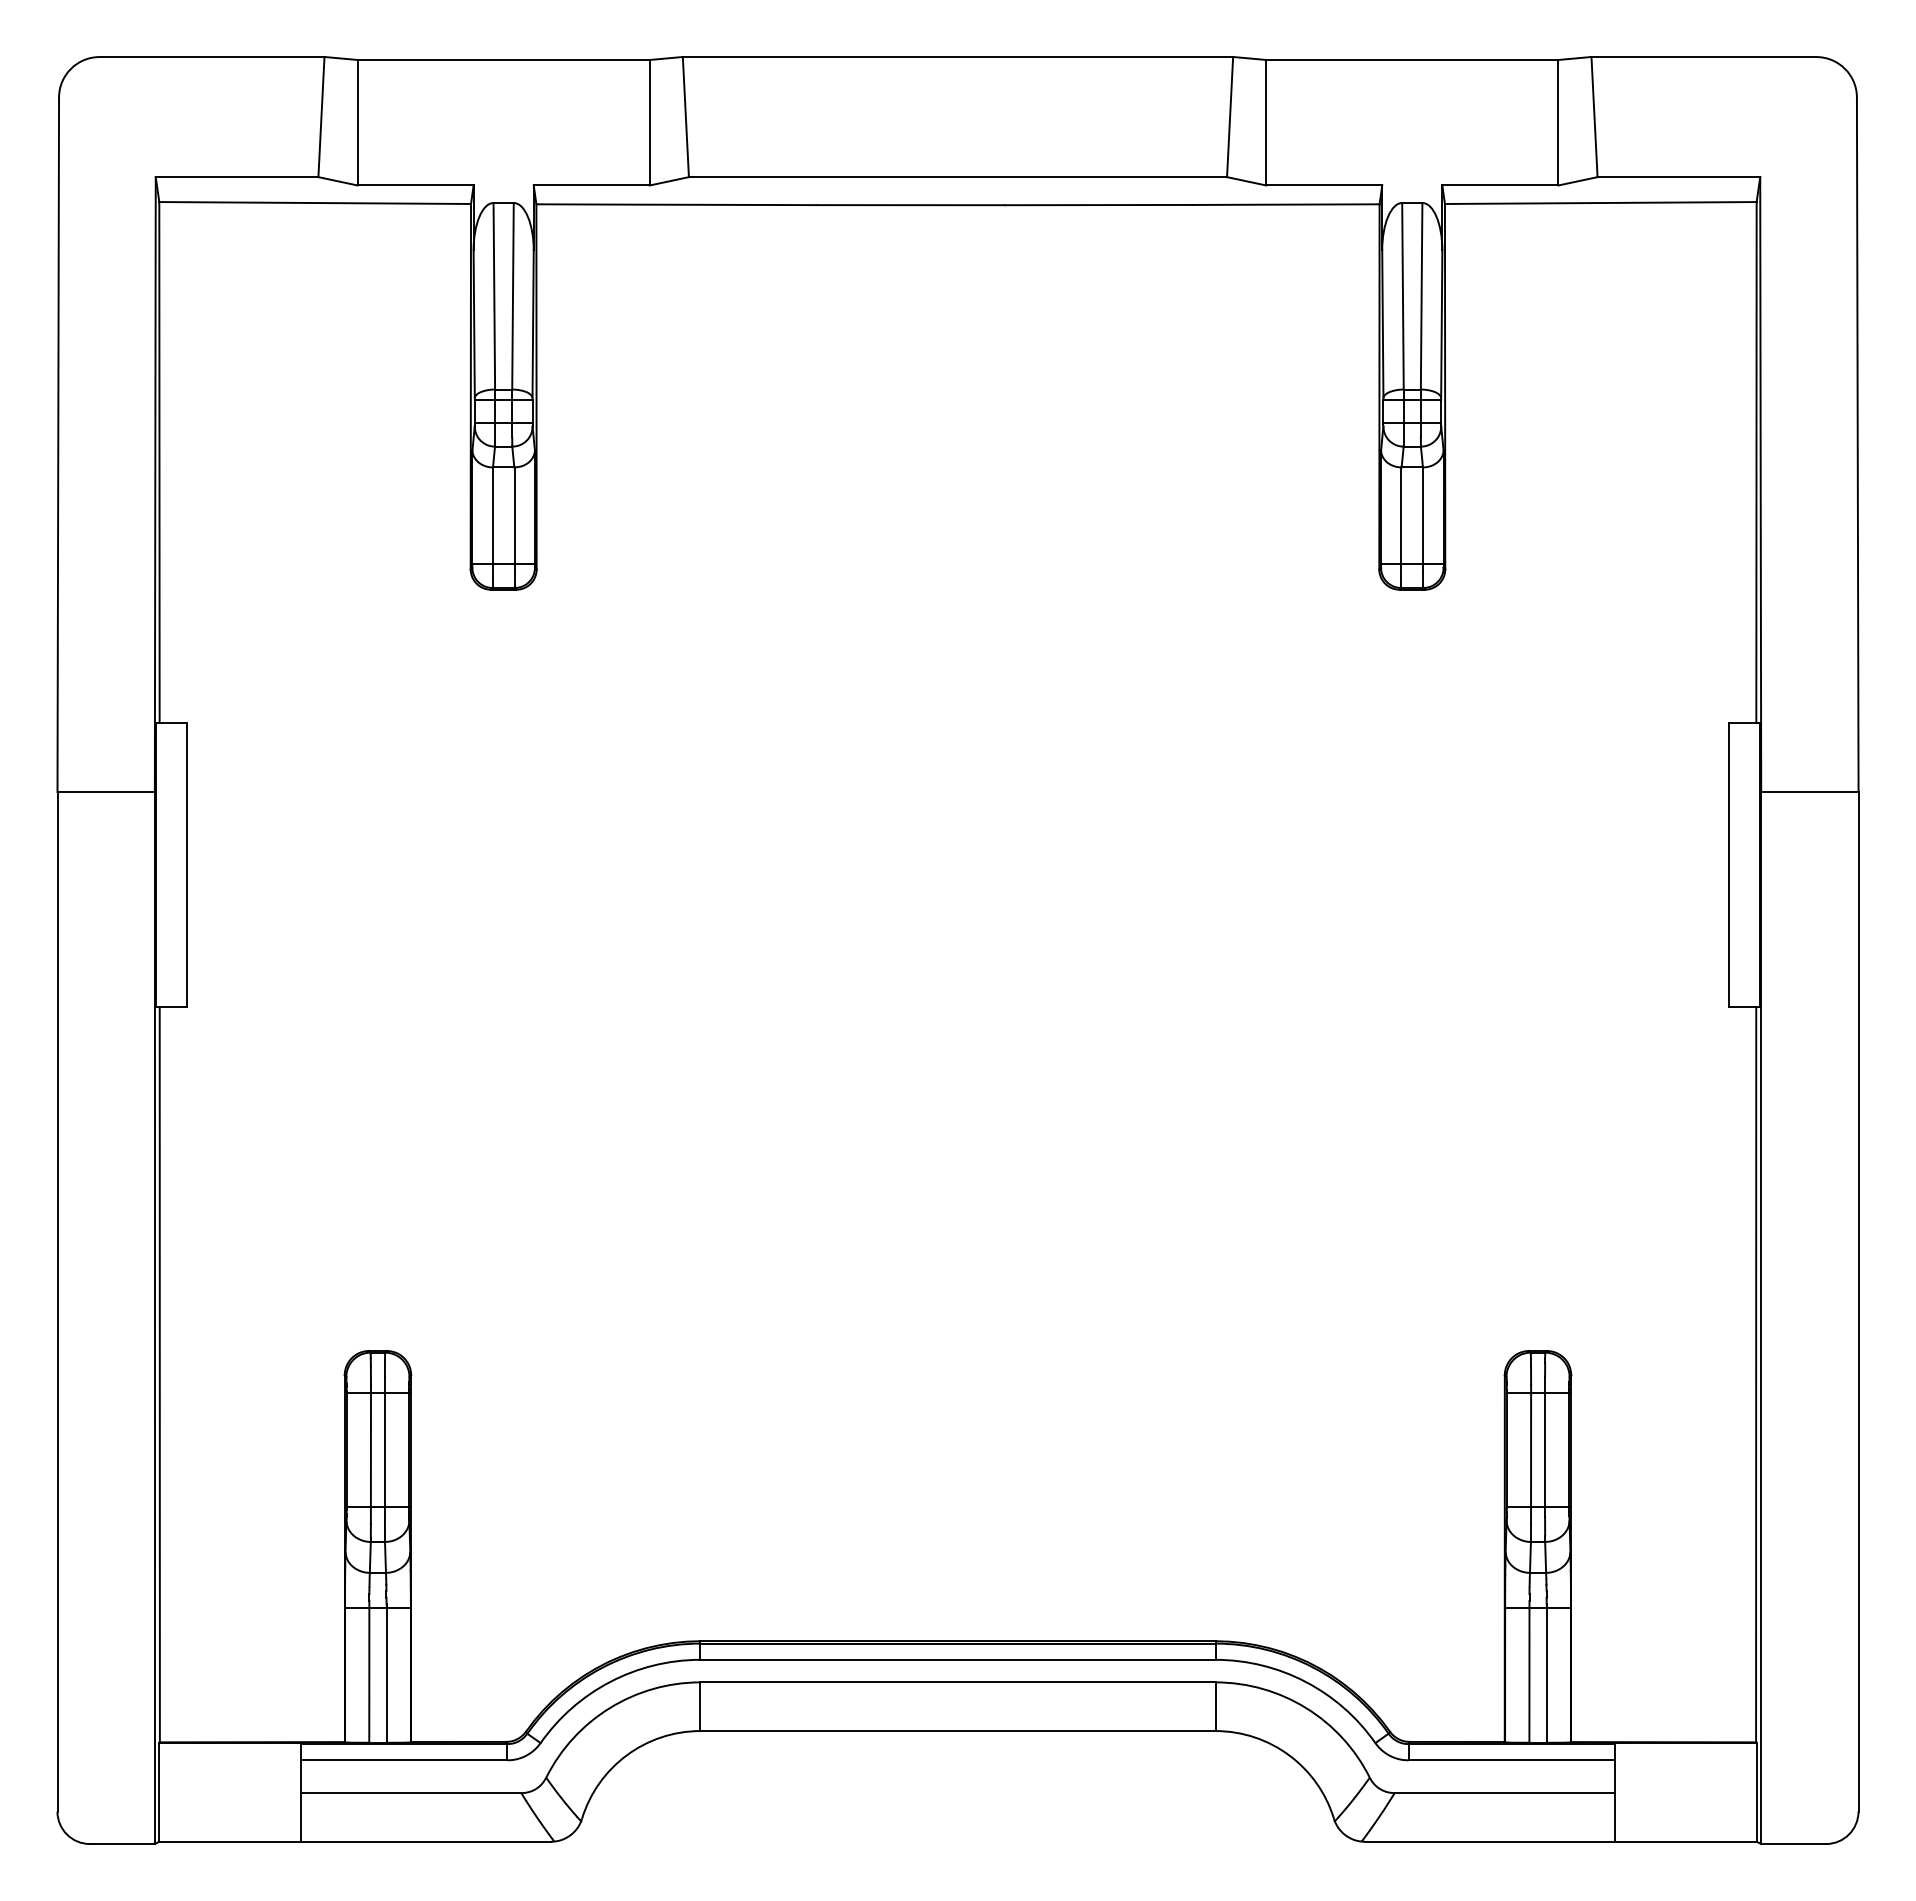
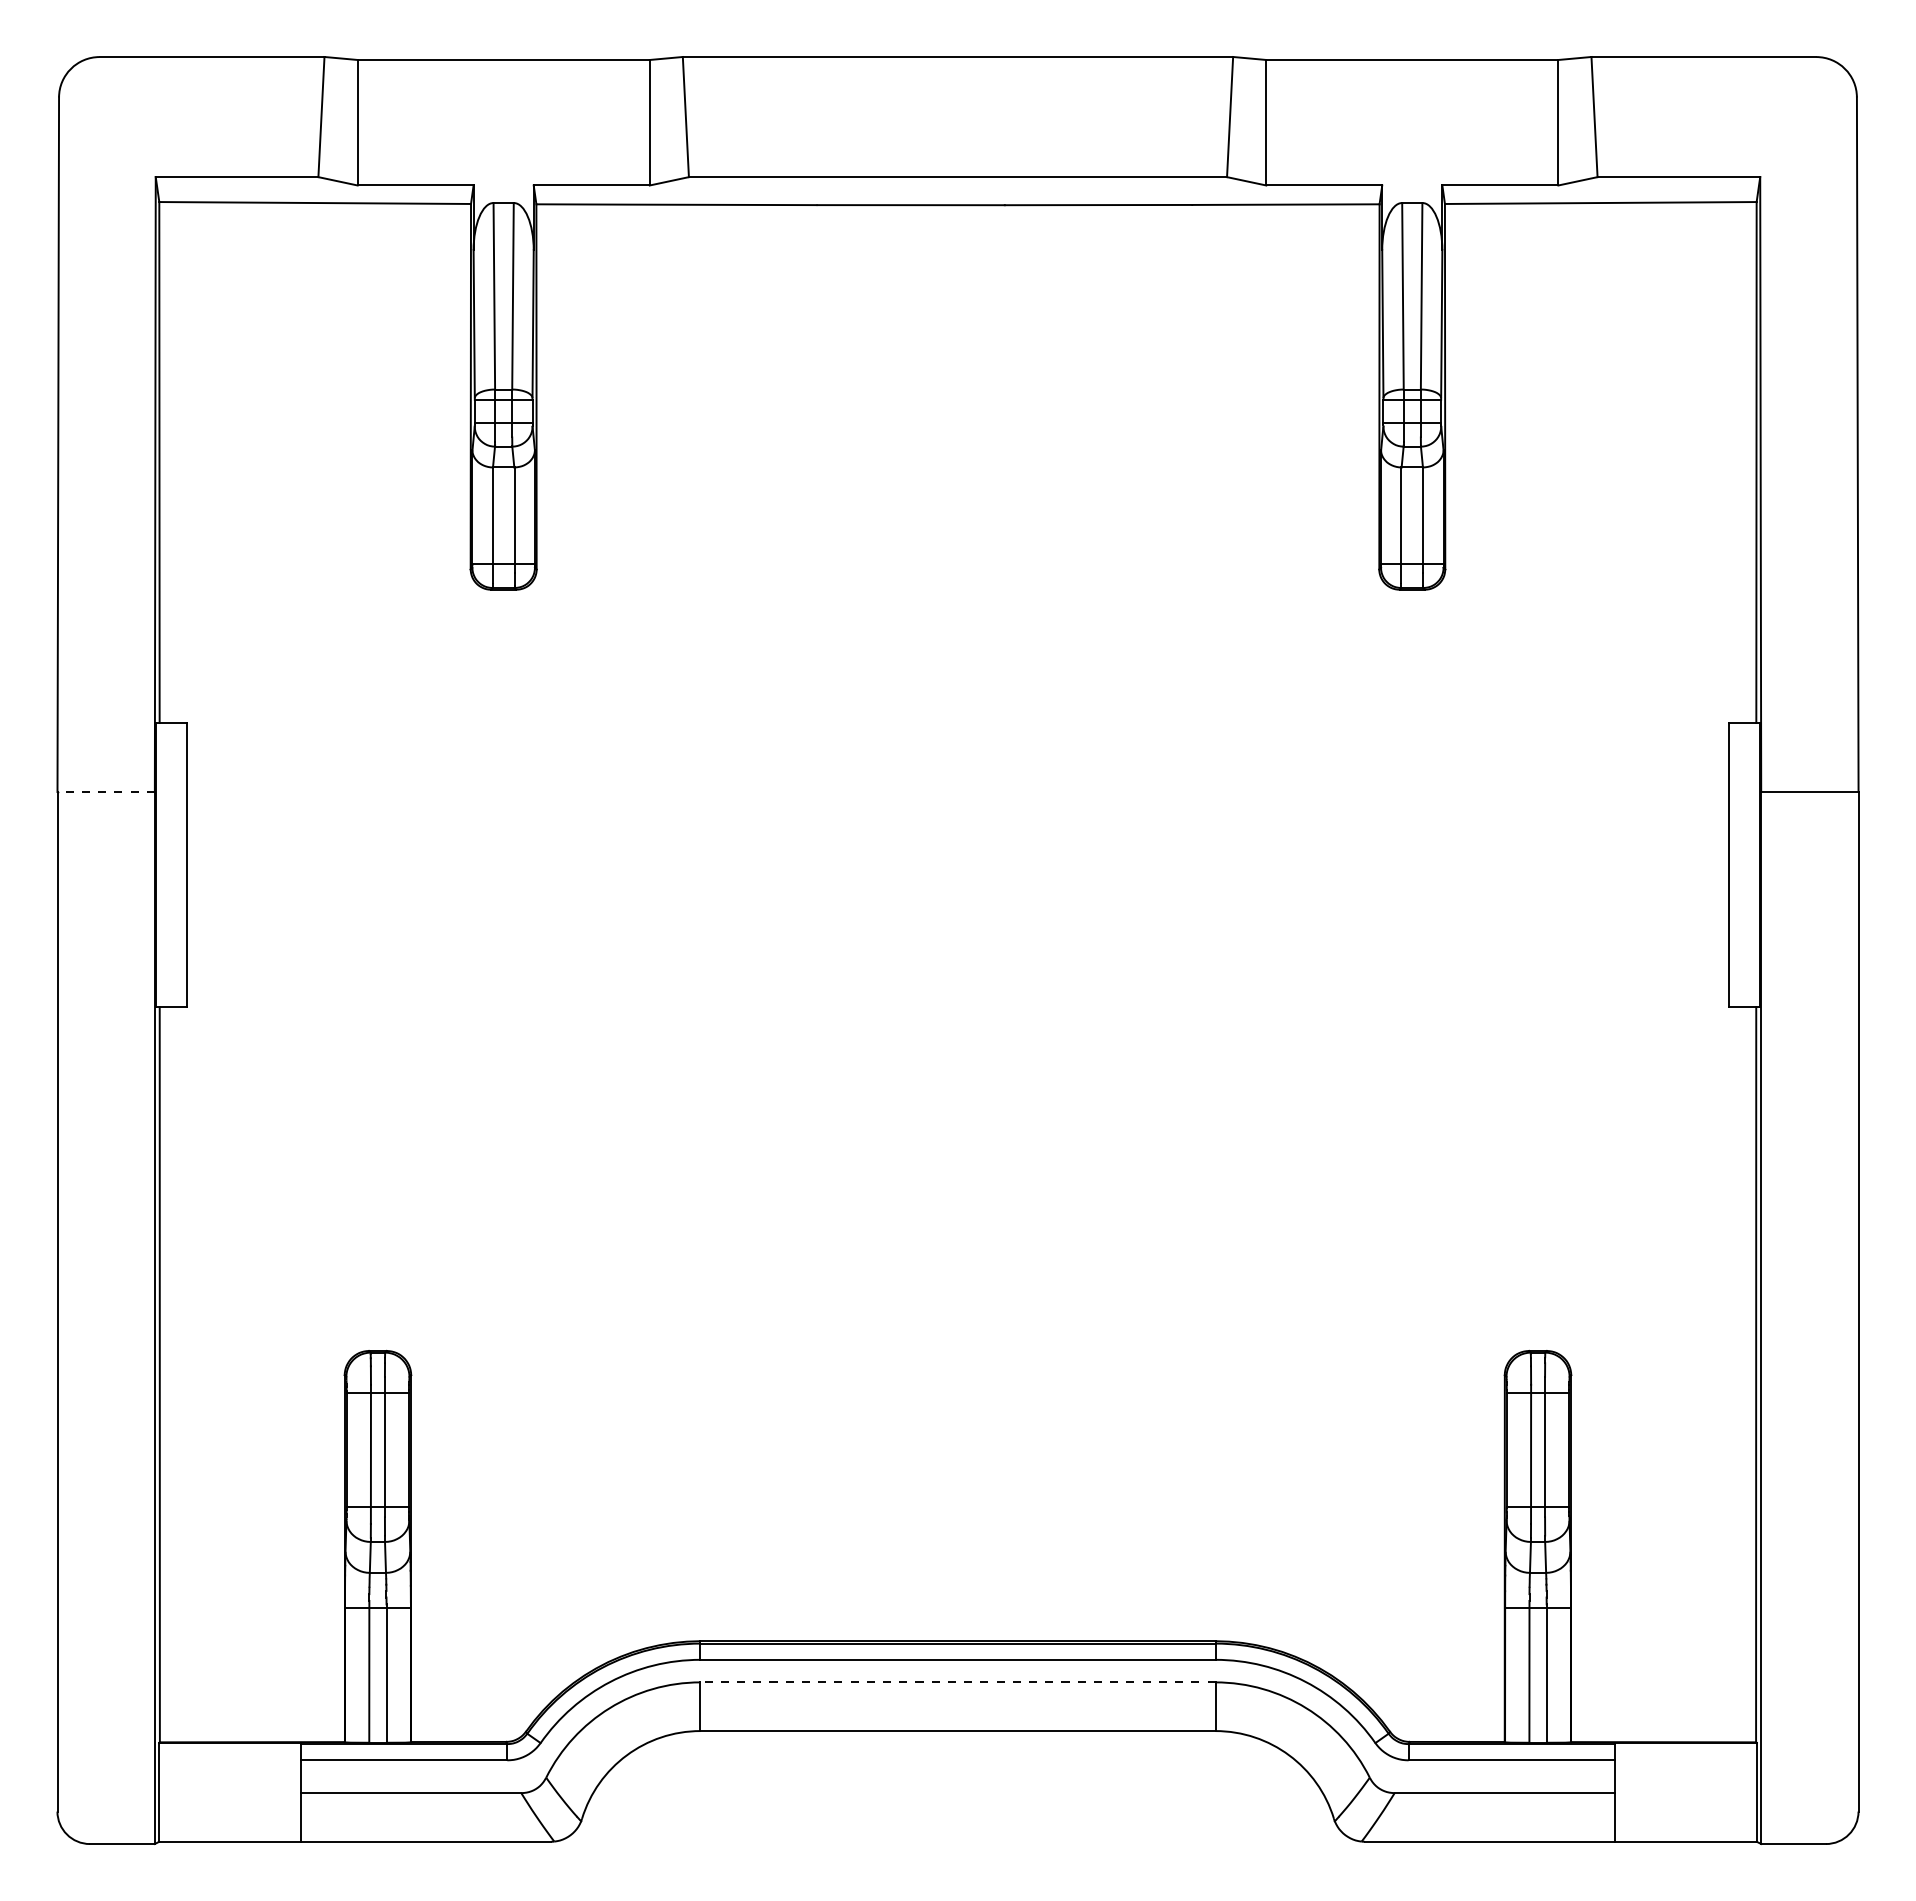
line at (106, 792): solid -> dashed
line at (958, 1682): solid -> dashed
